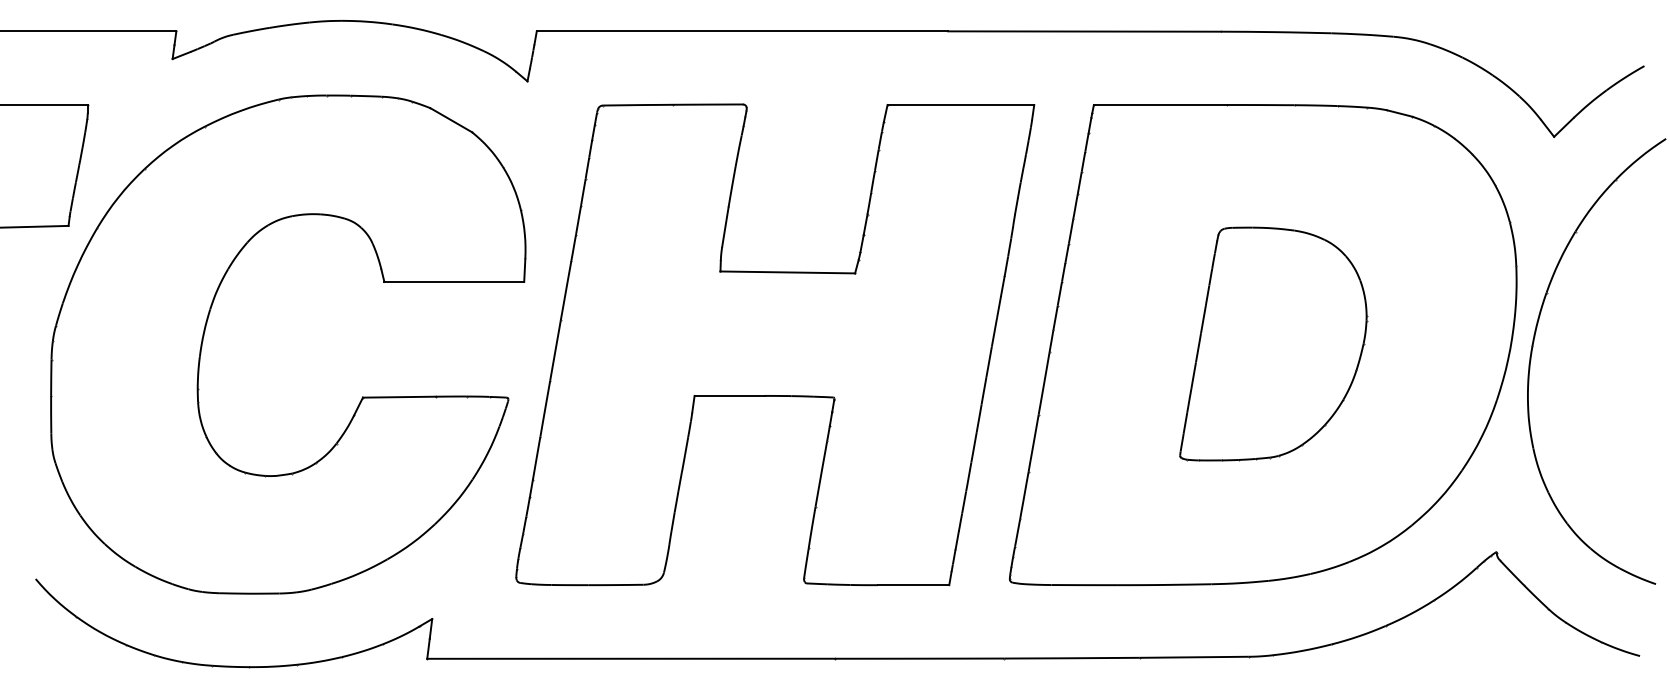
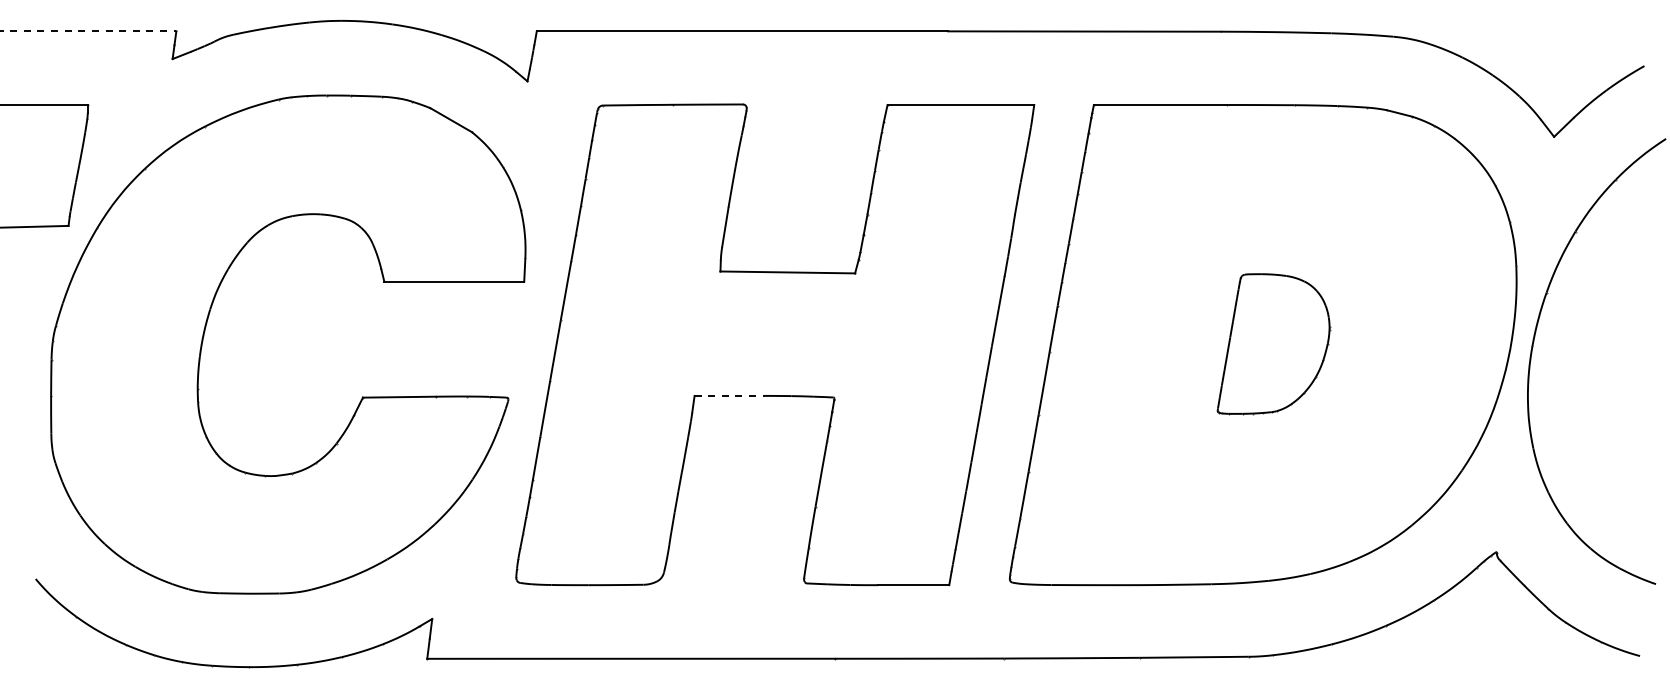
line at (88, 31): solid -> dashed
part at (1273, 343) size: 190x236 px -> 116x143 px
line at (729, 395): solid -> dashed
